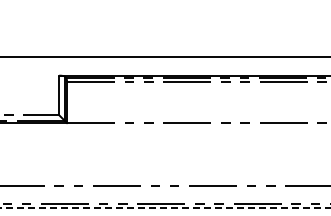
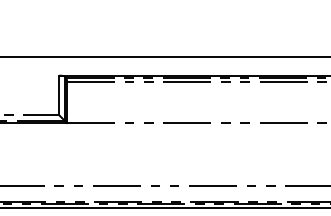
line at (164, 201): none -> present
line at (166, 208): dashed -> solid
